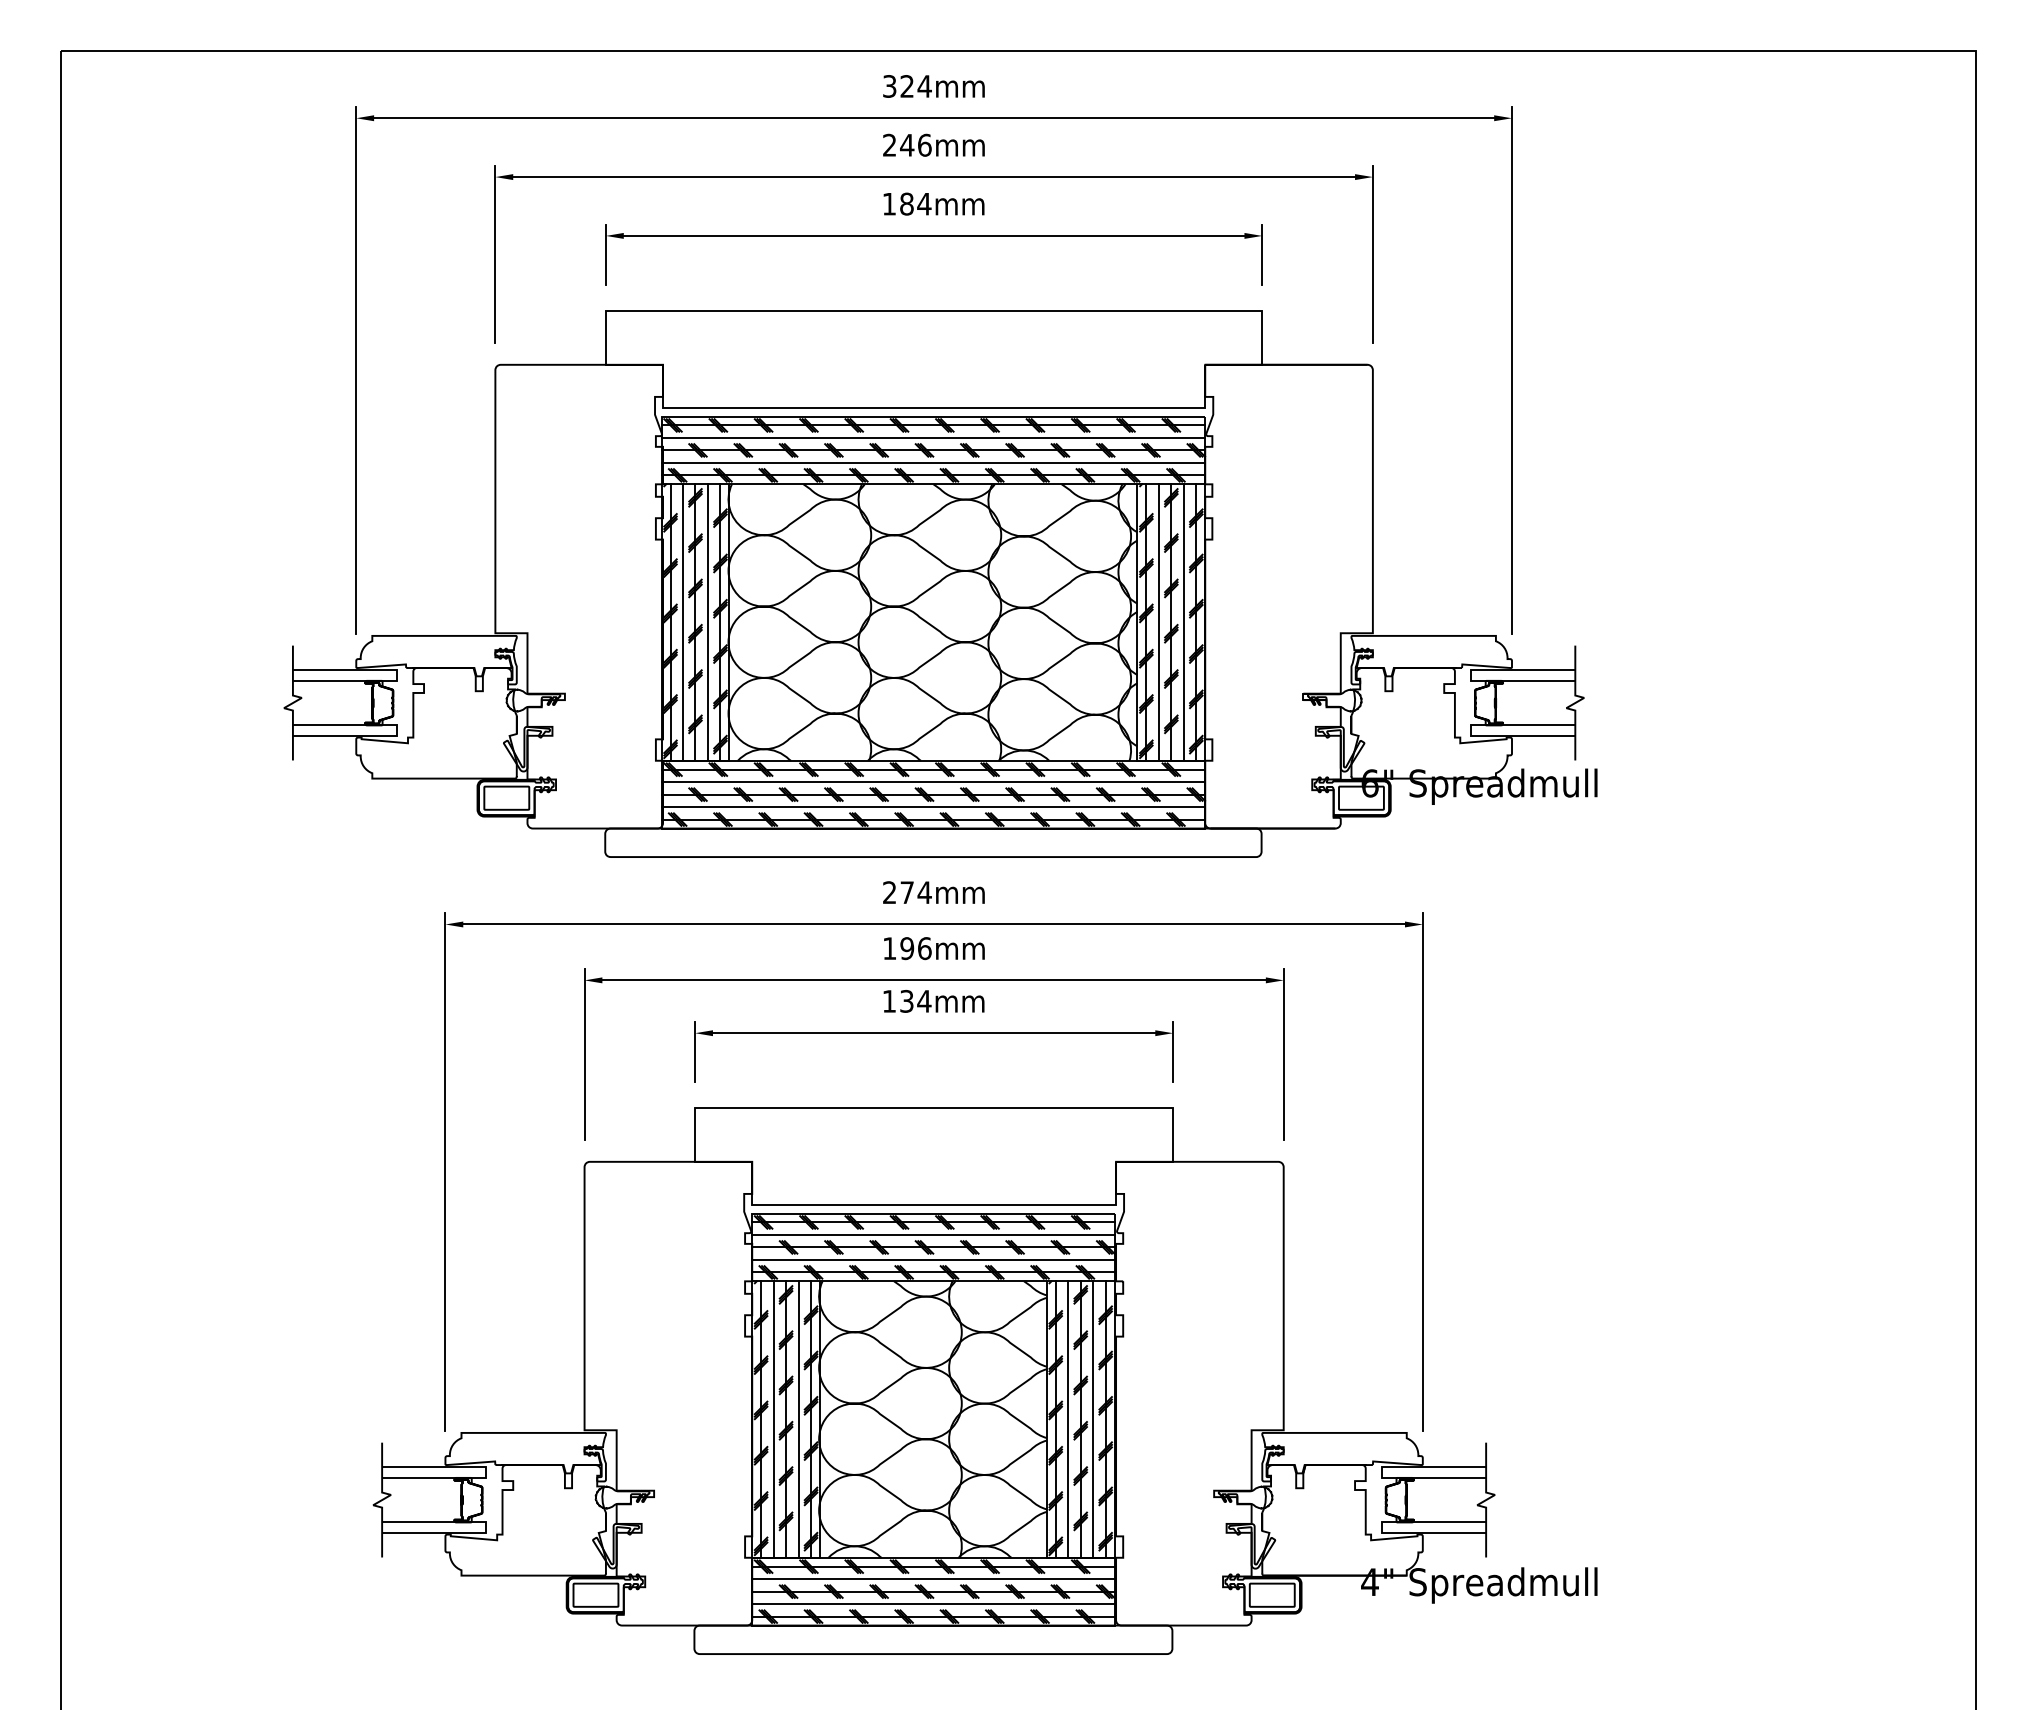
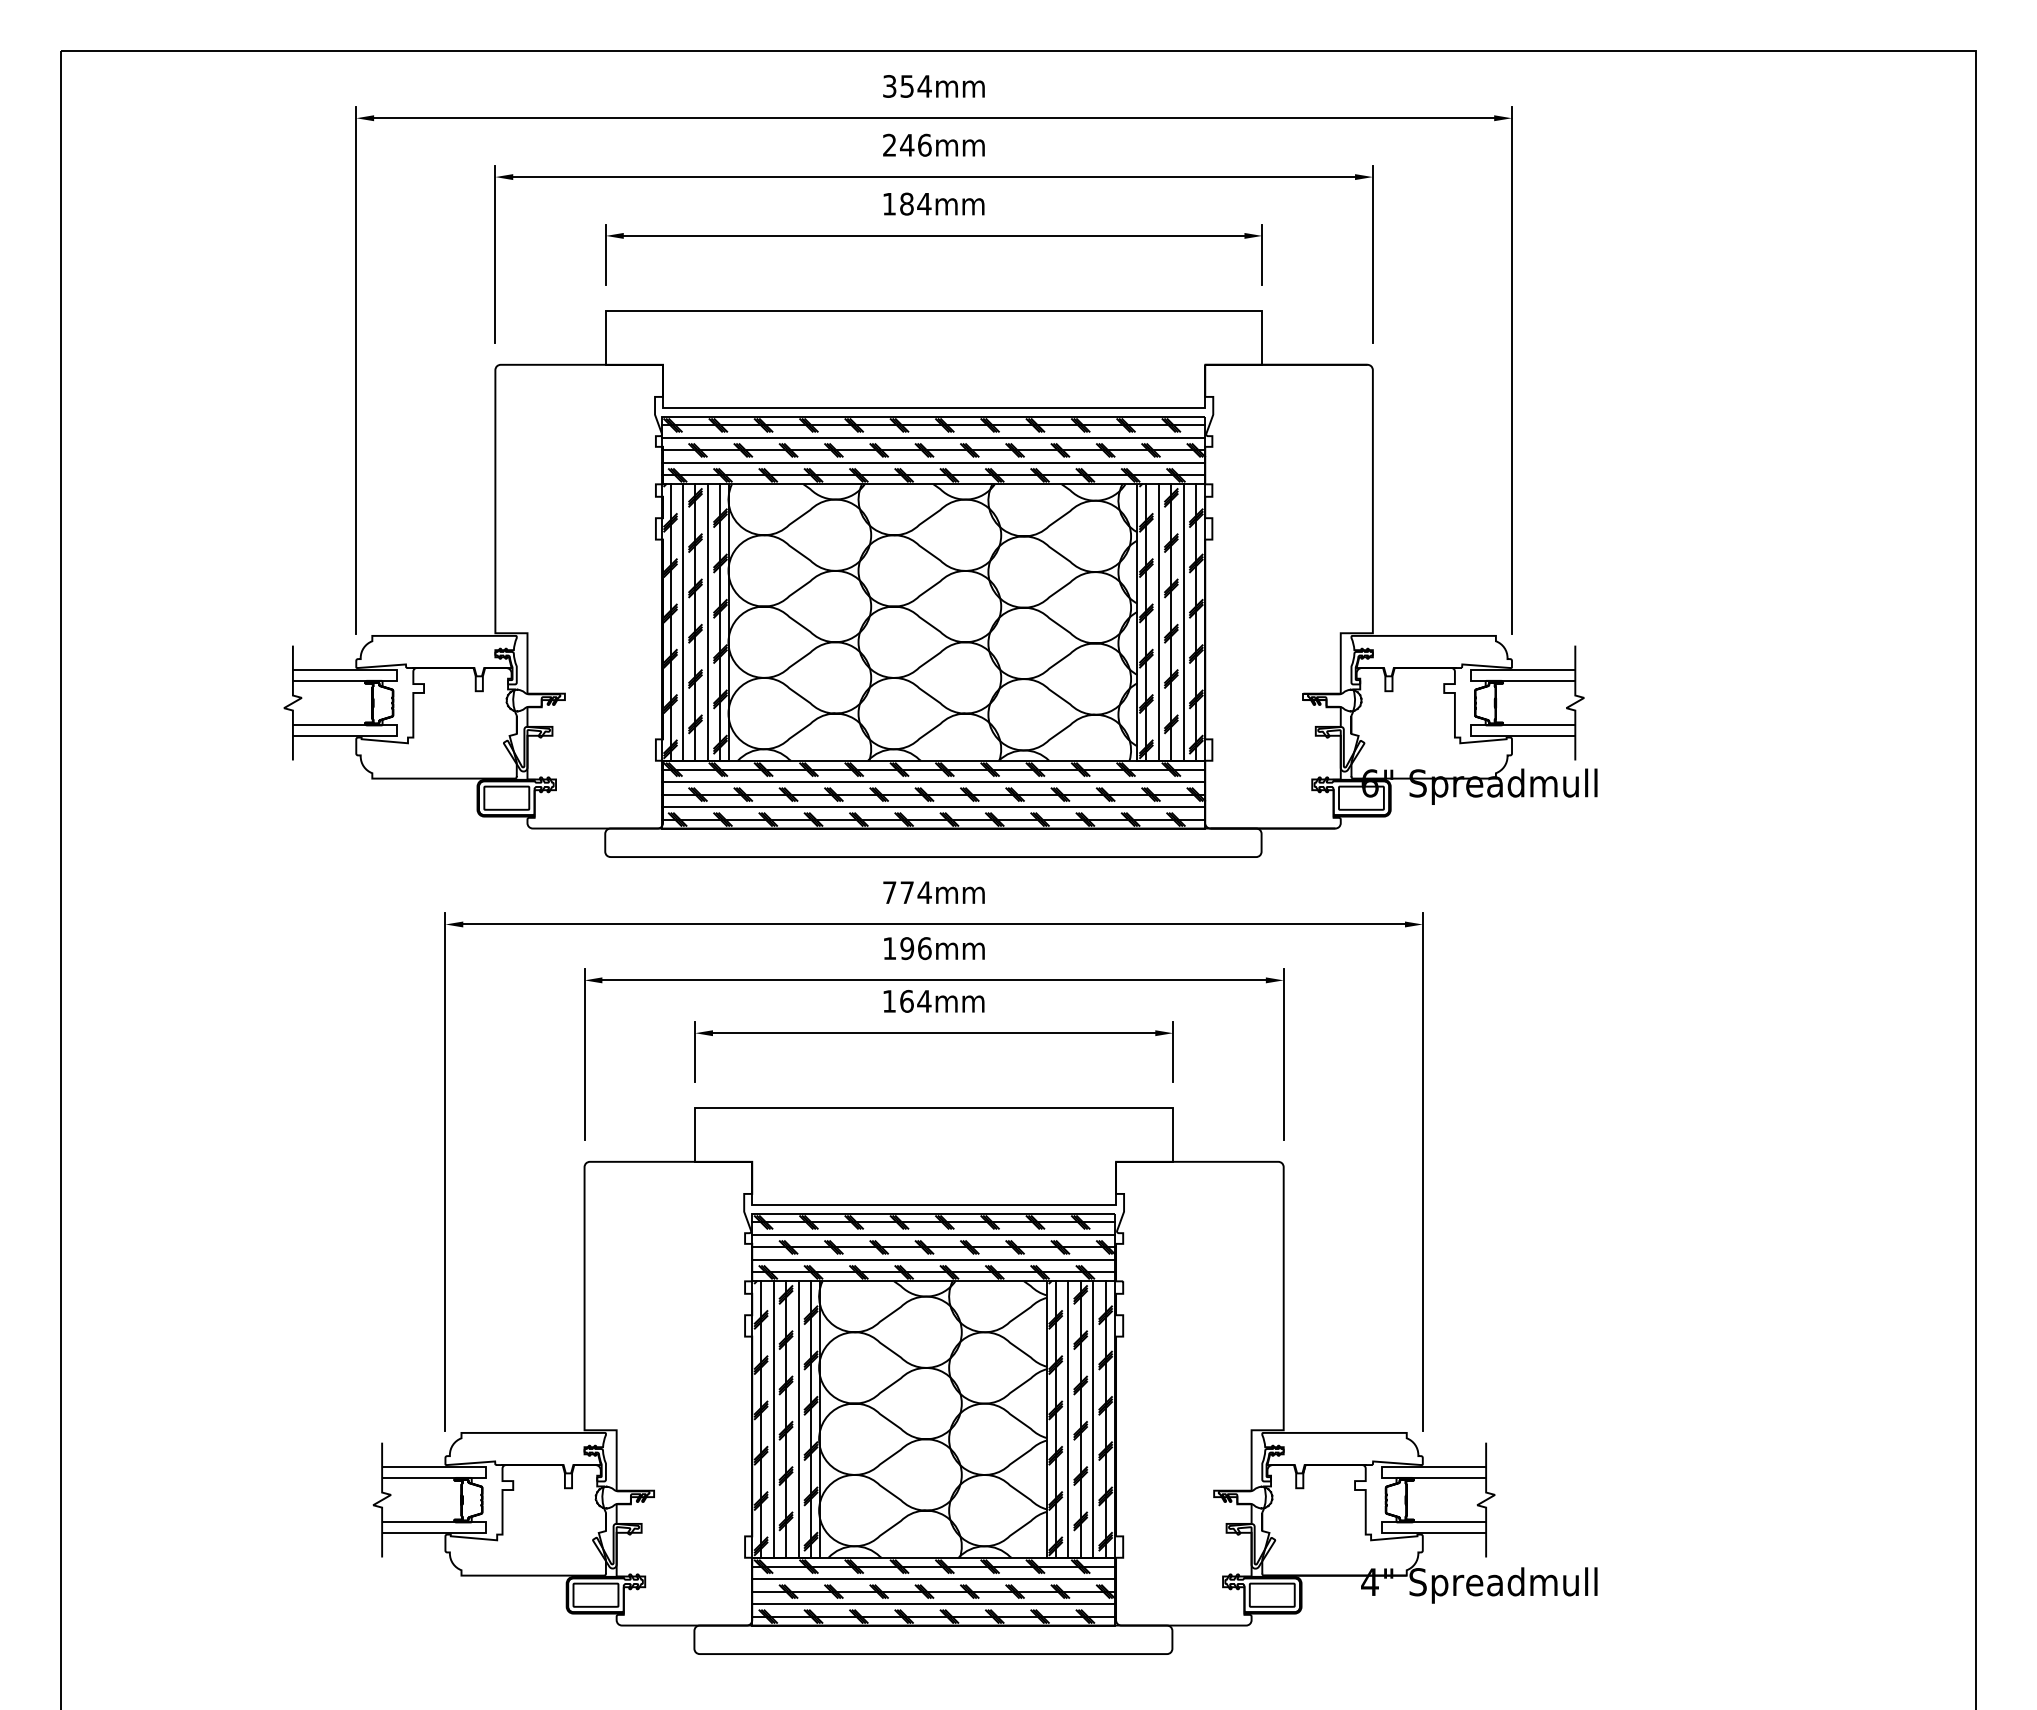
text at (906, 86): 324mm -> 354mm
text at (889, 892): 274mm -> 774mm
text at (906, 1000): 134mm -> 164mm
